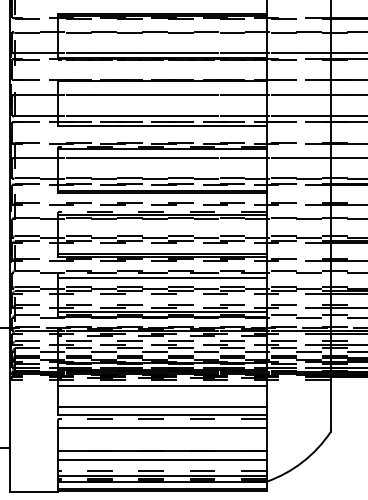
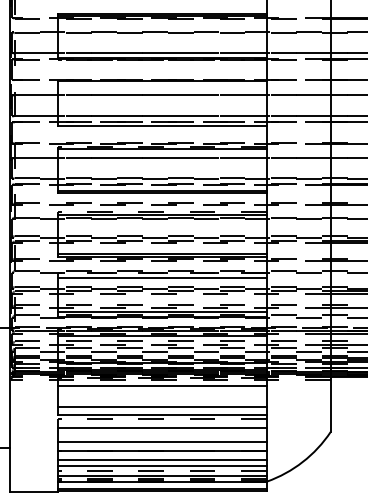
line at (161, 335): dashed -> solid
line at (161, 441): none -> present
line at (161, 465): none -> present
